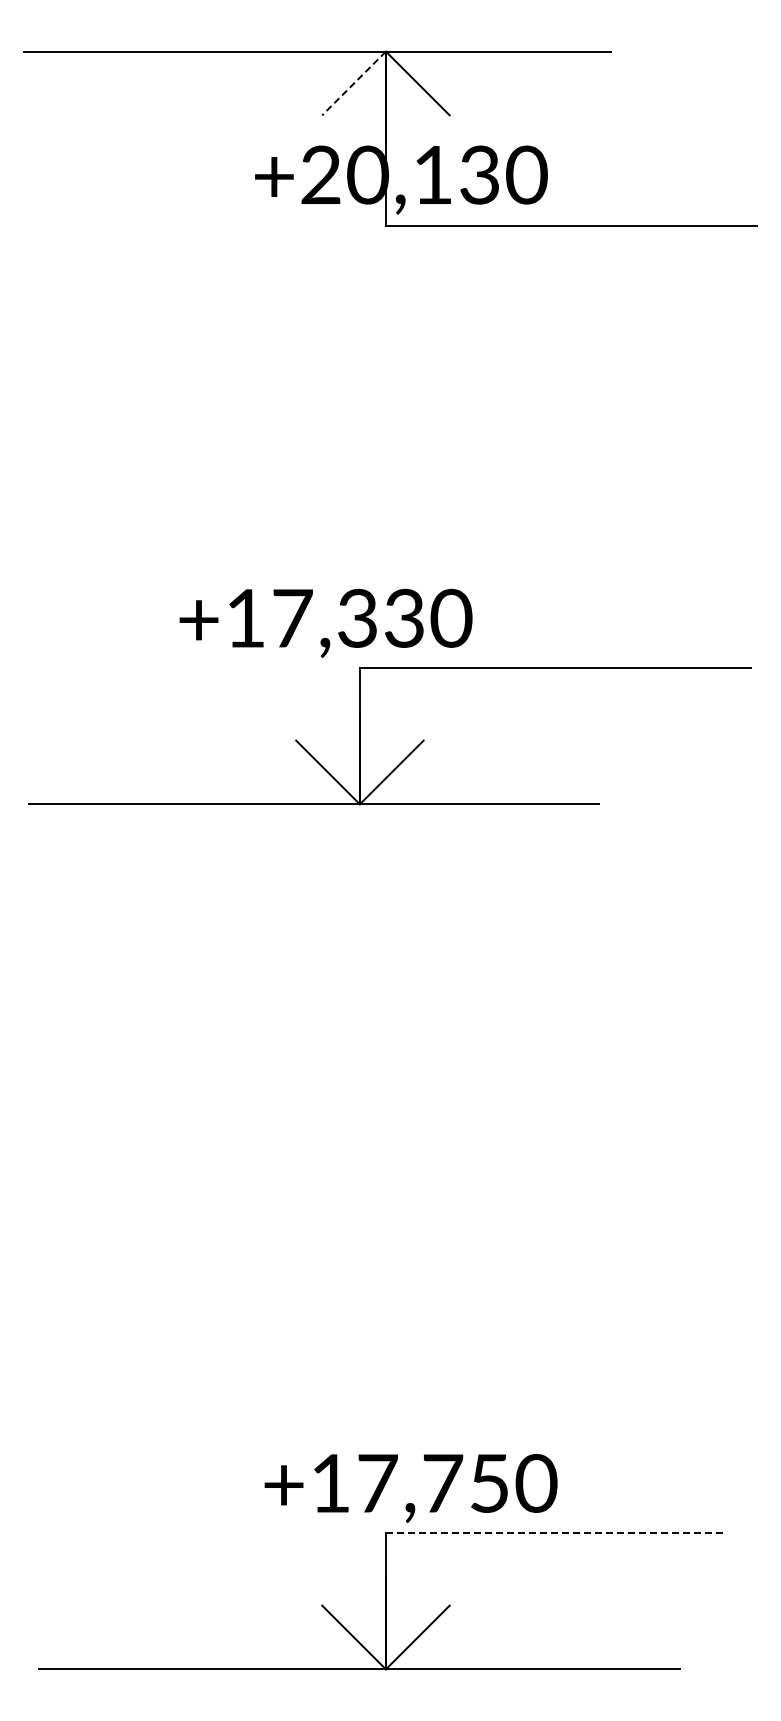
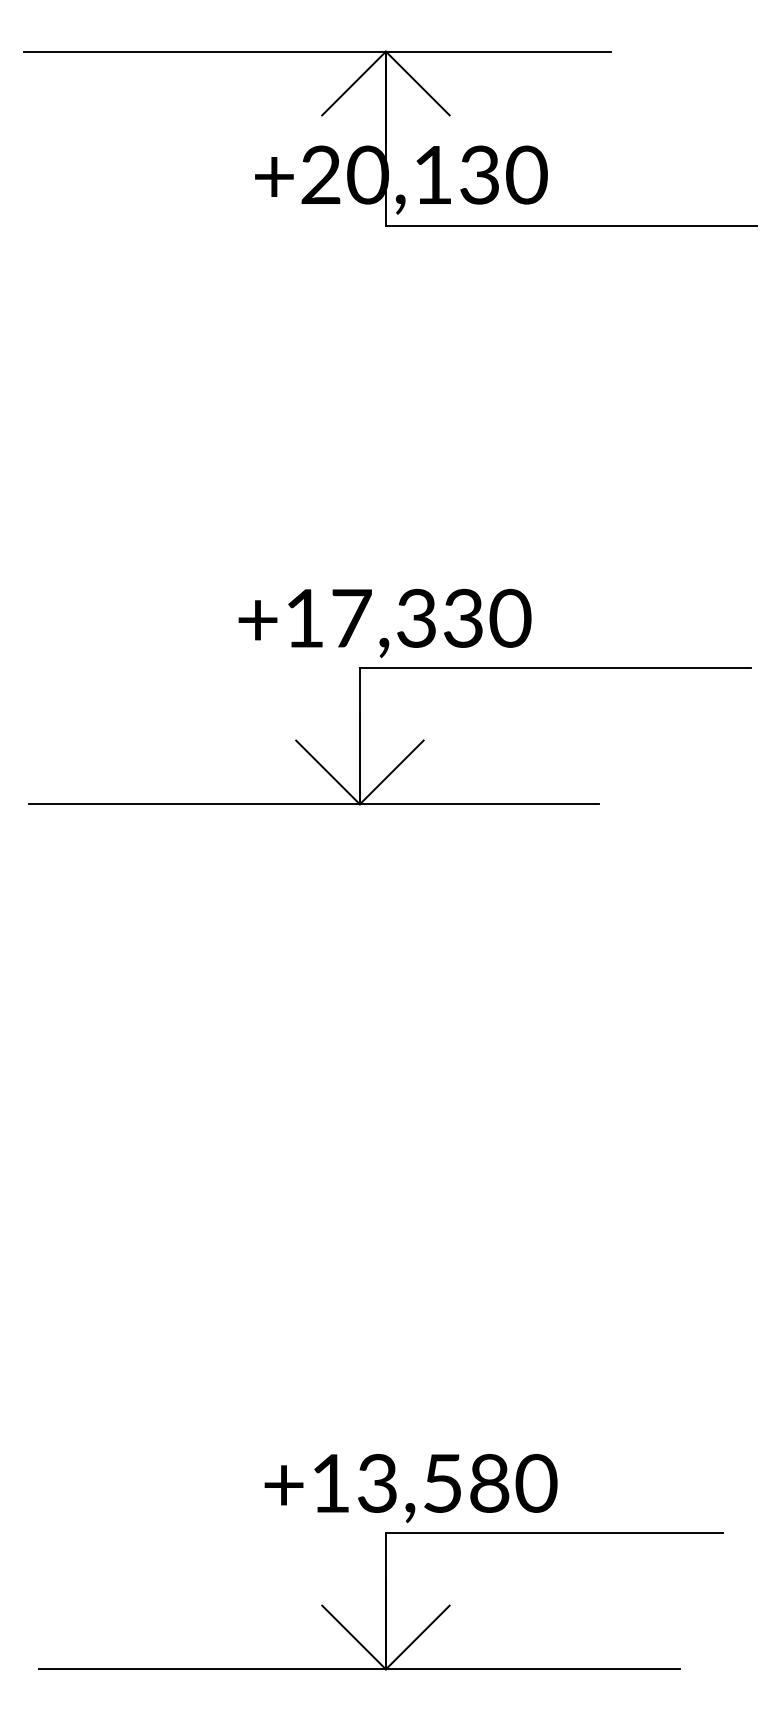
line at (353, 83): dashed -> solid
text at (325, 622) position: (325, 622) -> (384, 622)
text at (433, 1483): +17,750 -> +13,580
line at (554, 1533): dashed -> solid
